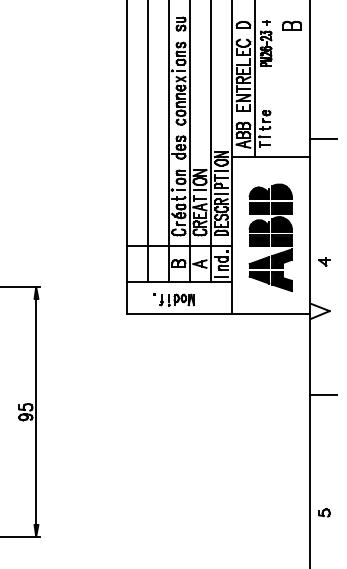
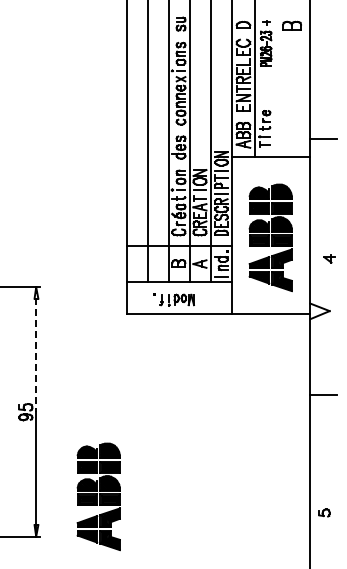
part at (324, 261) position: (324, 261) -> (329, 258)
line at (36, 350): solid -> dashed
part at (98, 496): none -> present
